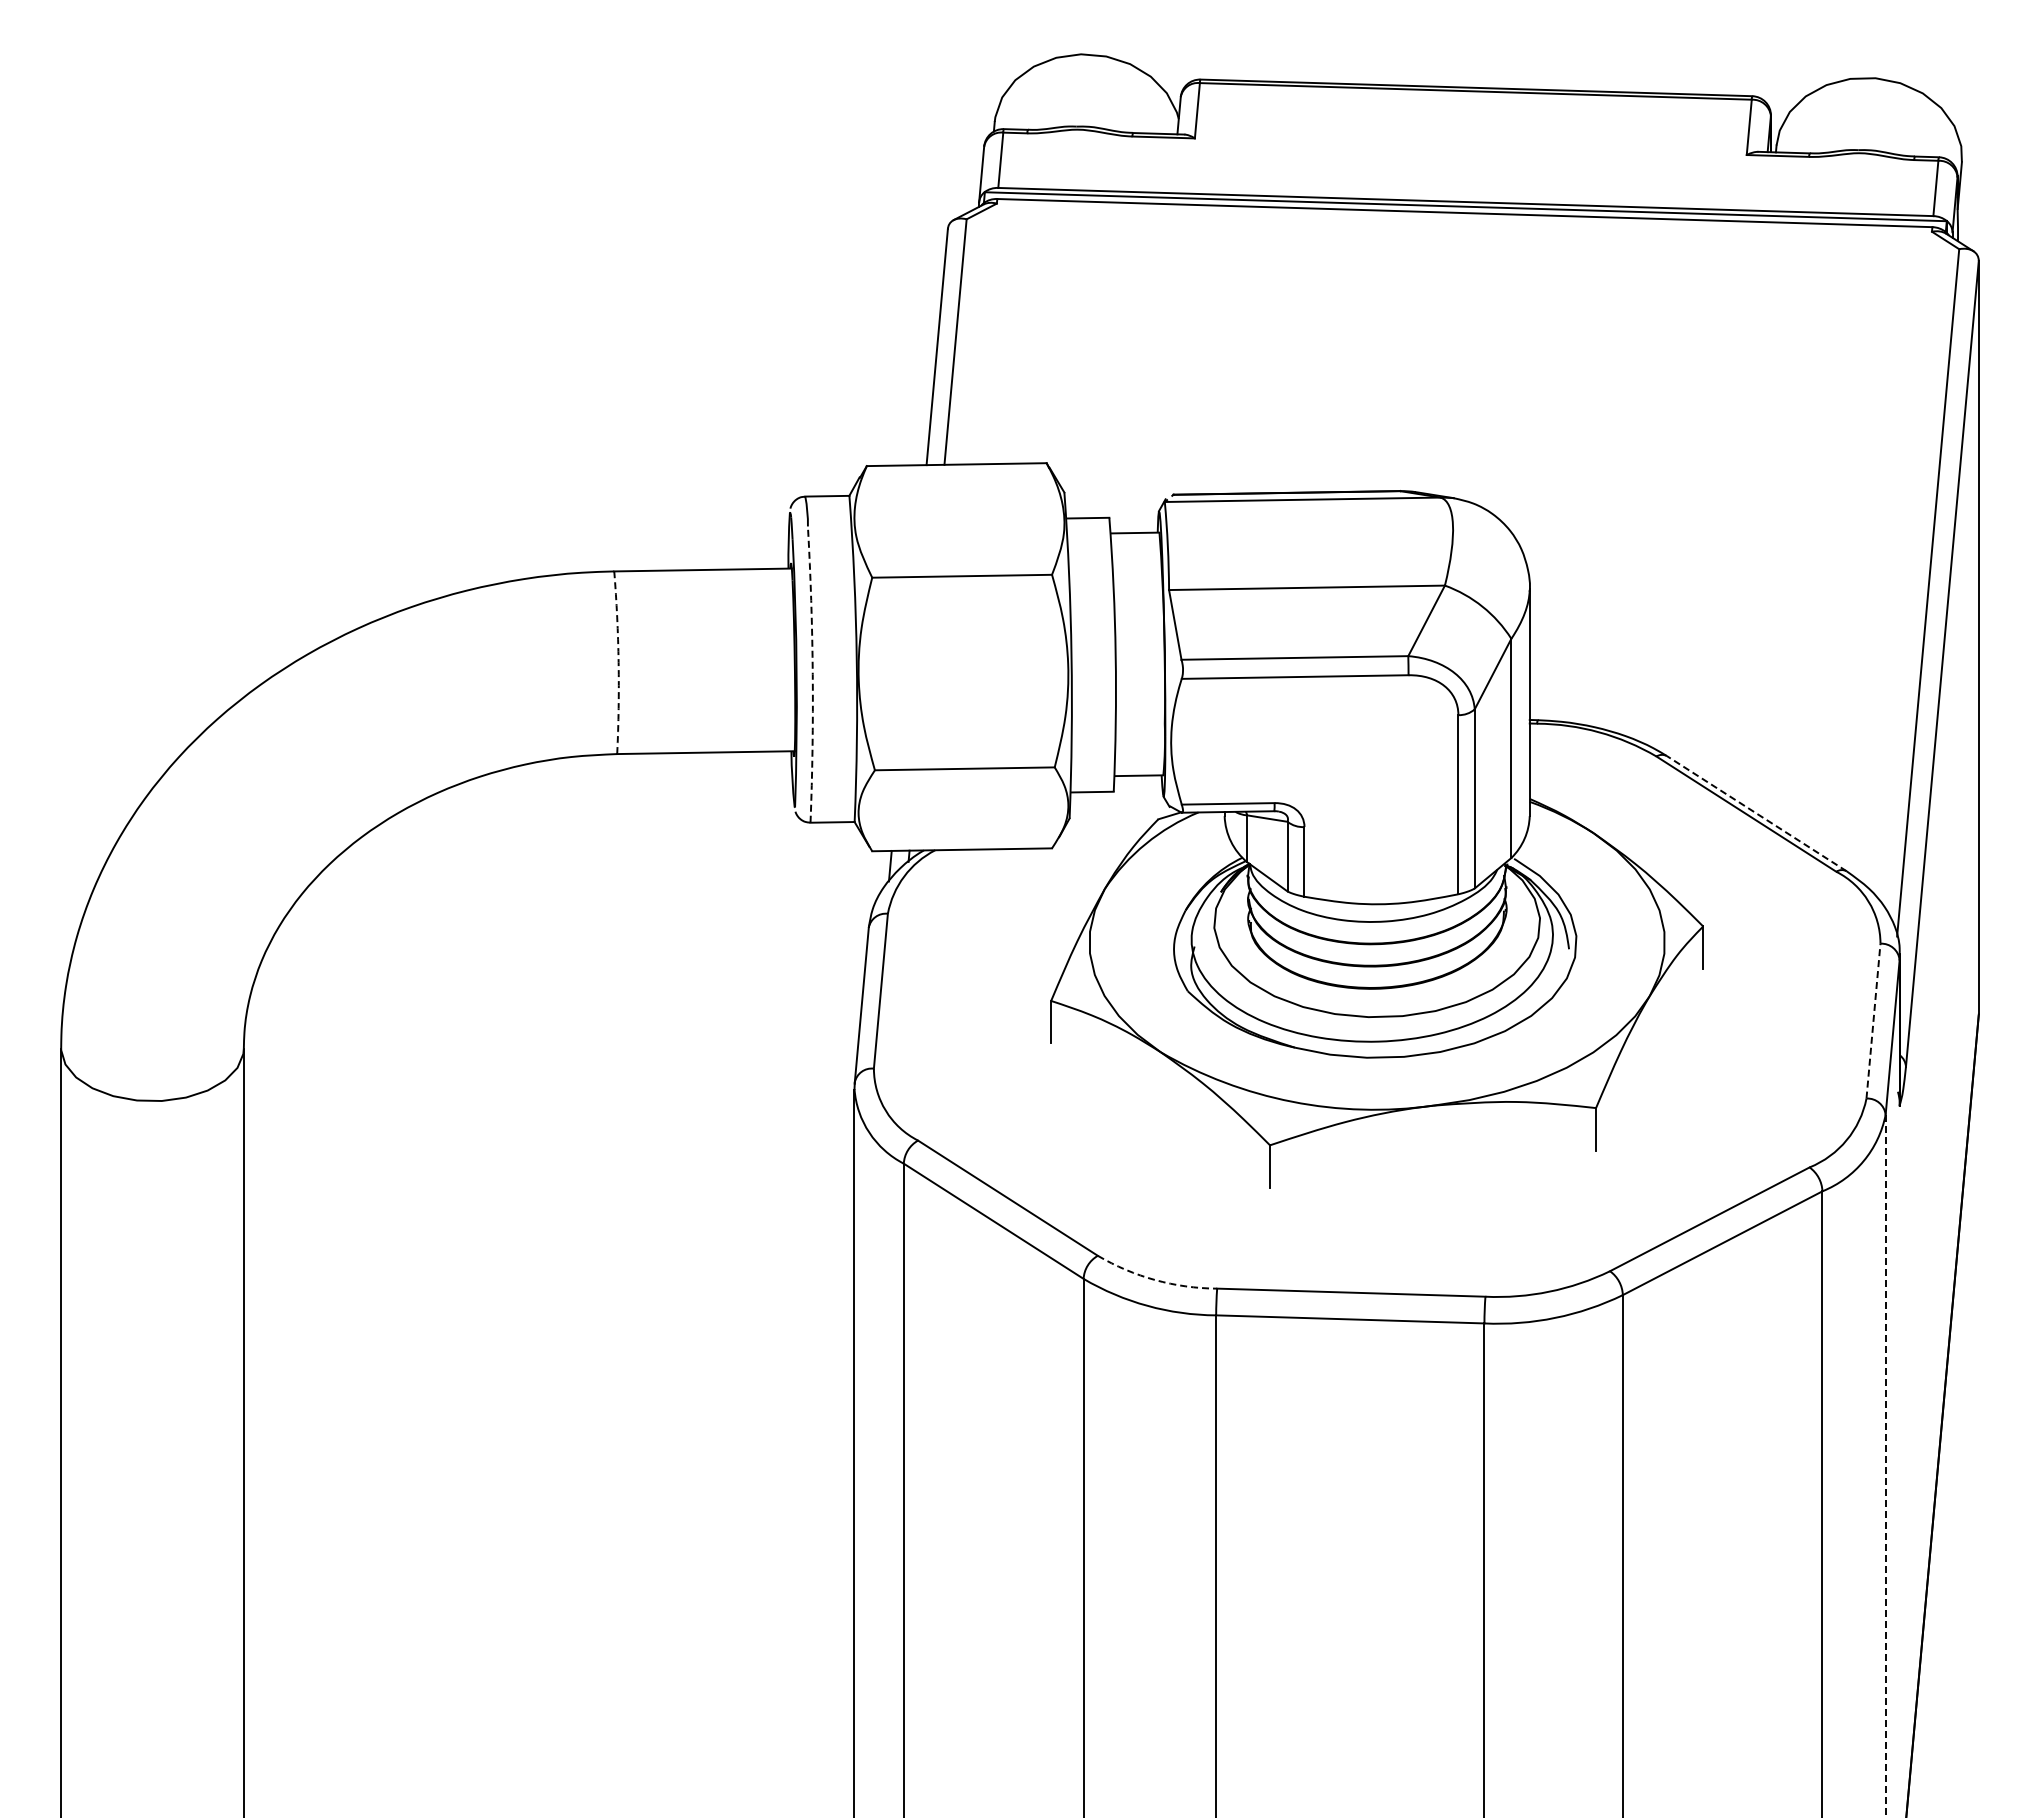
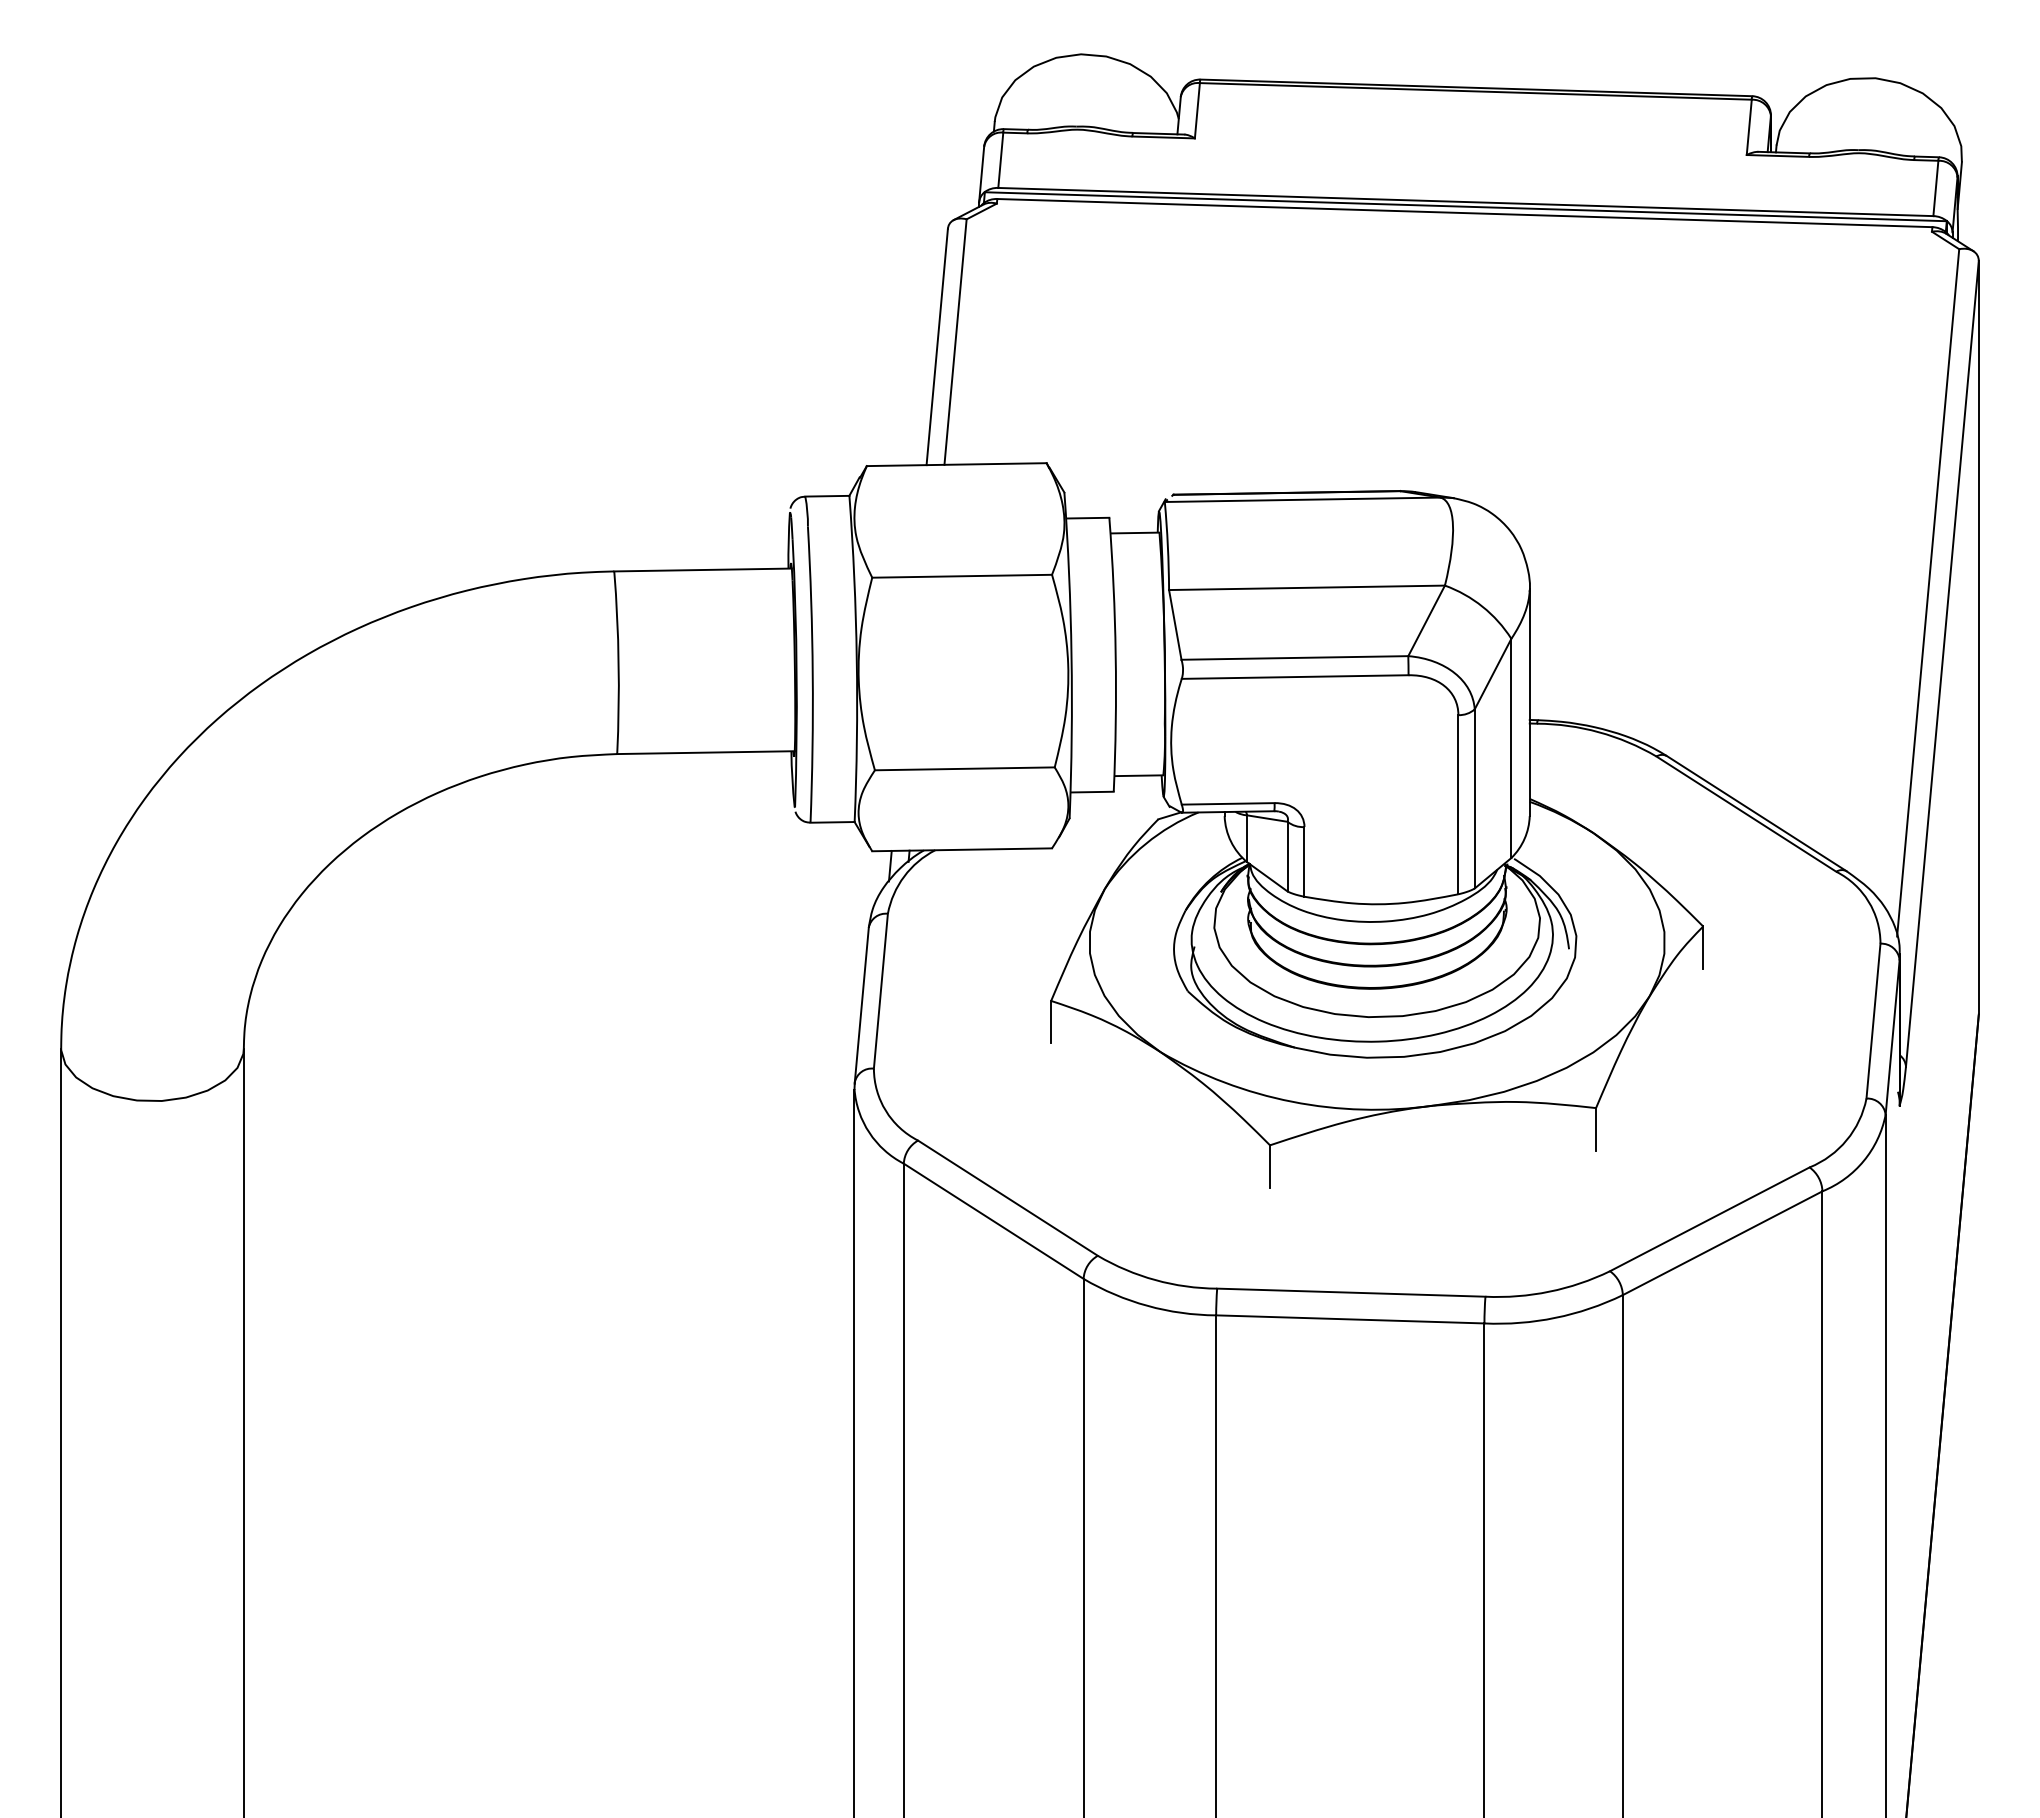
arc at (618, 662): dashed -> solid
arc at (812, 674): dashed -> solid
line at (1756, 813): dashed -> solid
line at (1873, 1021): dashed -> solid
arc at (1155, 1280): dashed -> solid
line at (1885, 1466): dashed -> solid
